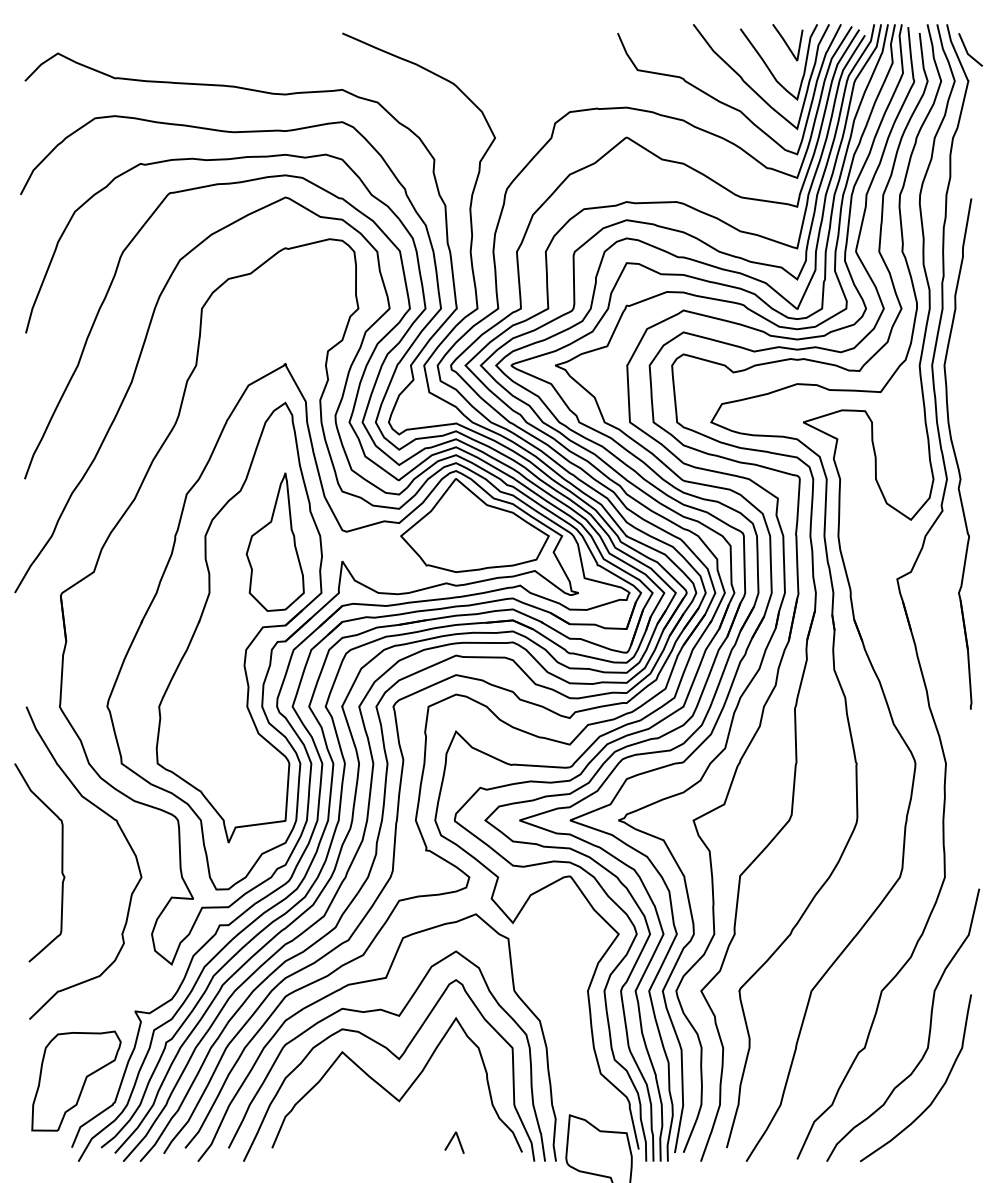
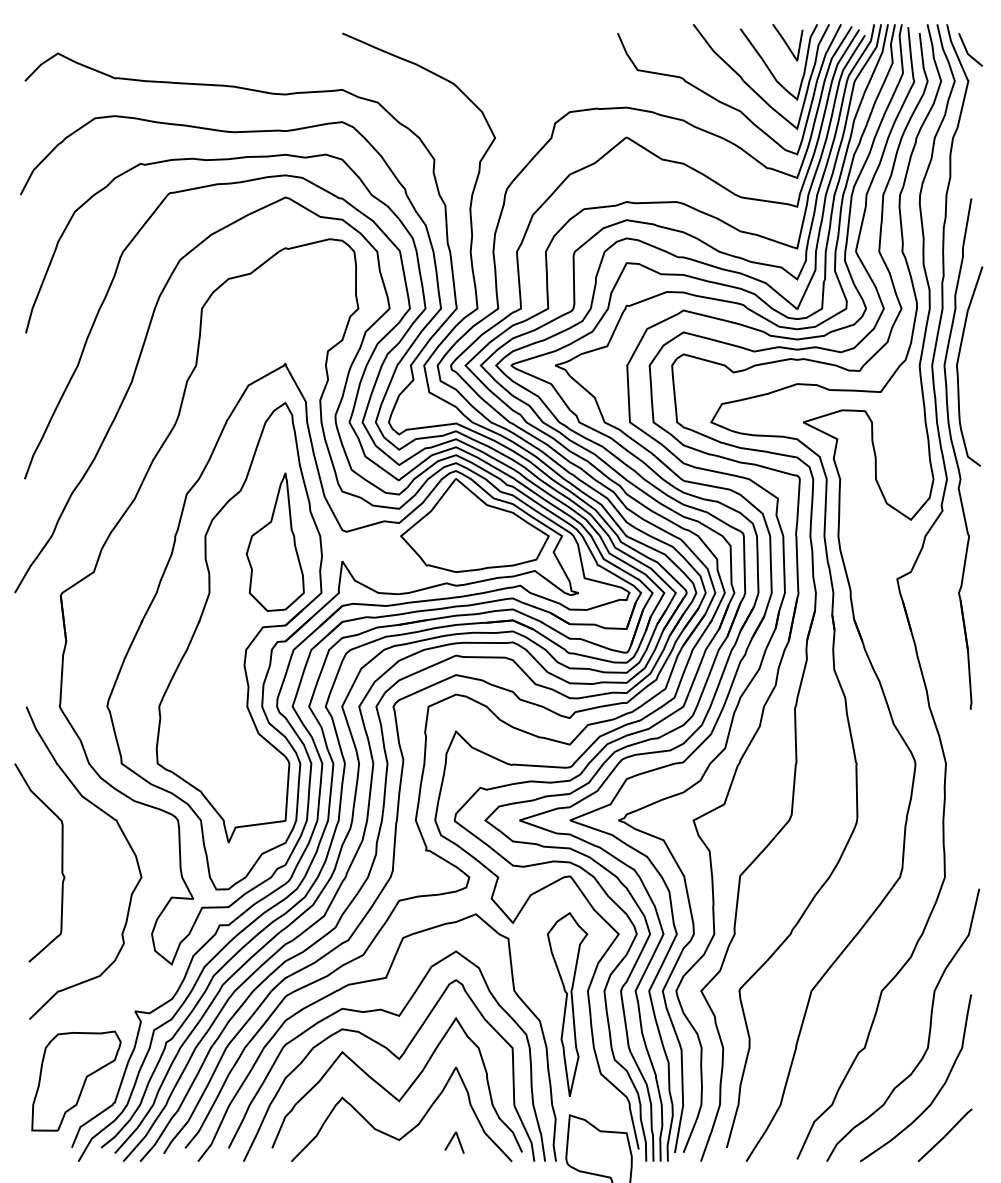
curve at (958, 368): none -> present
part at (567, 1004): none -> present
curve at (410, 1129): none -> present
line at (944, 1135): none -> present
